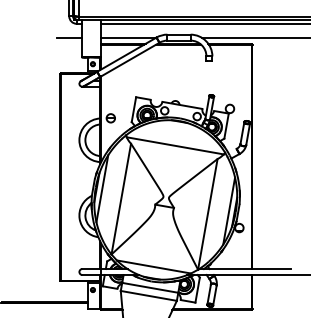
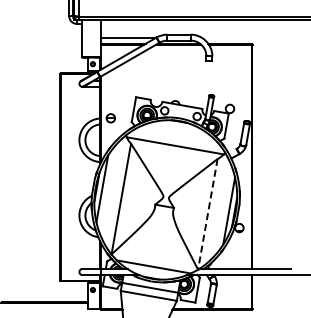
line at (204, 23): present -> none
line at (69, 37): present -> none
line at (254, 37): present -> none
line at (207, 214): solid -> dashed
